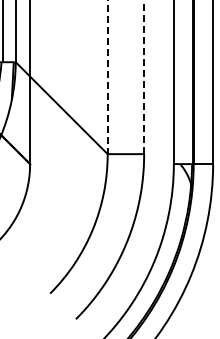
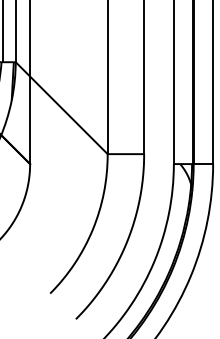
line at (107, 77): dashed -> solid
line at (144, 77): dashed -> solid
